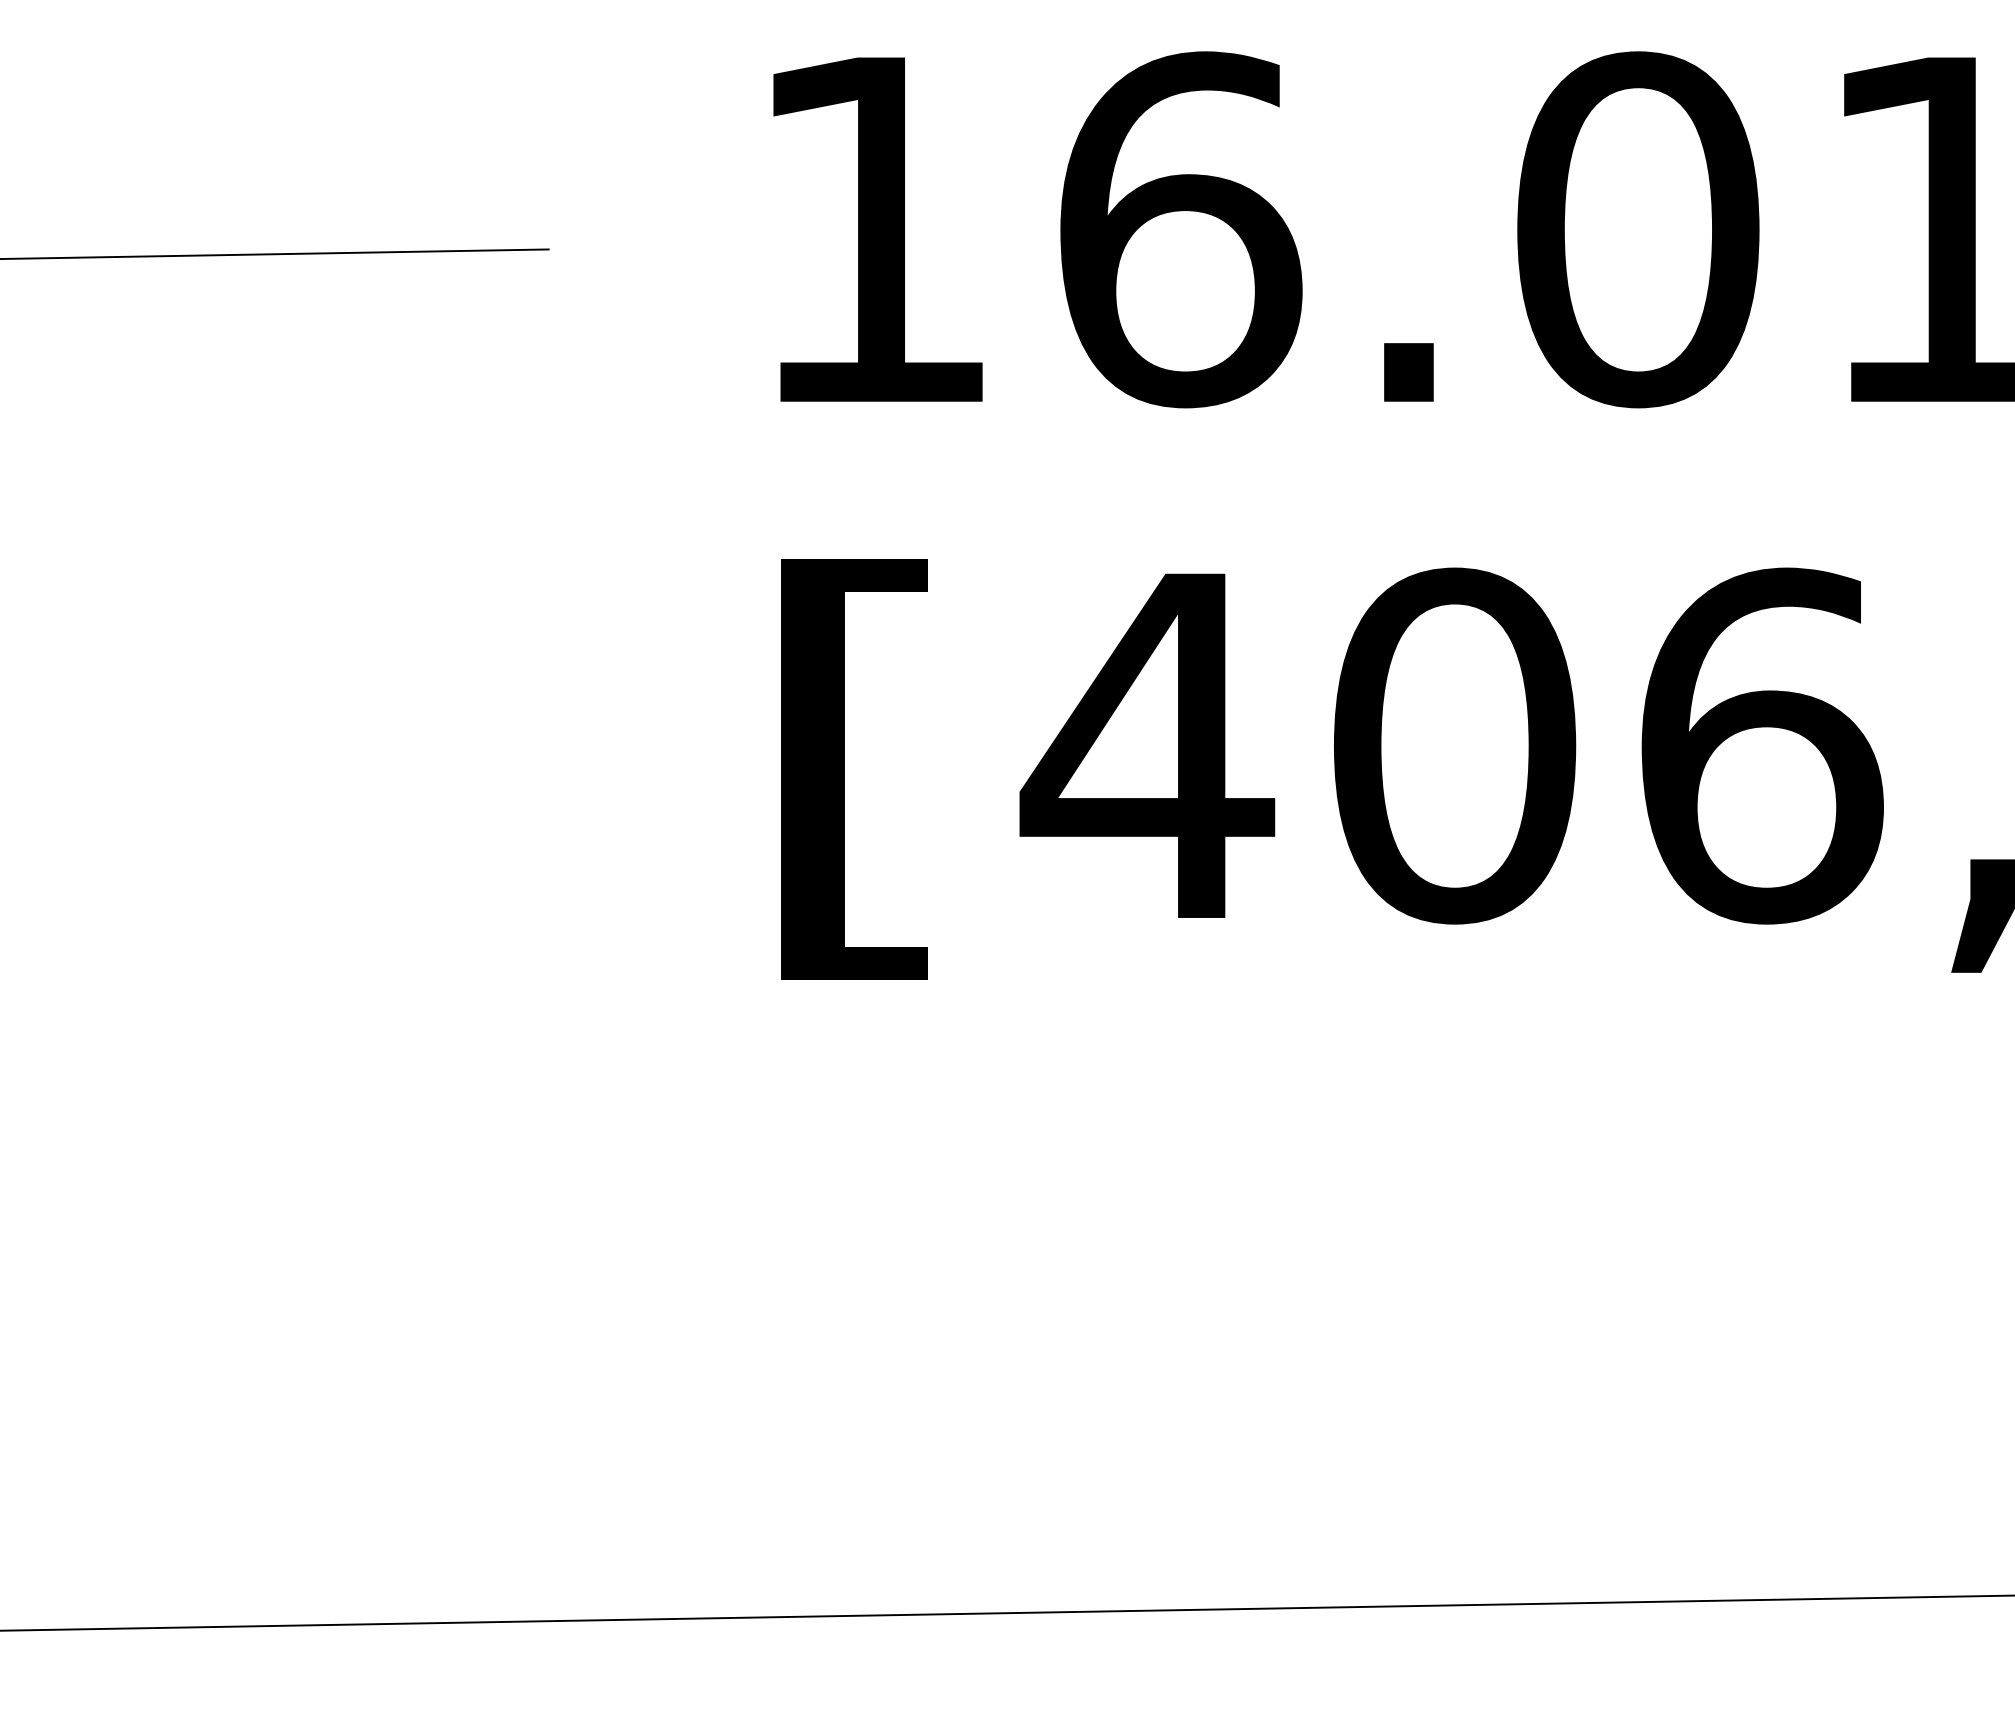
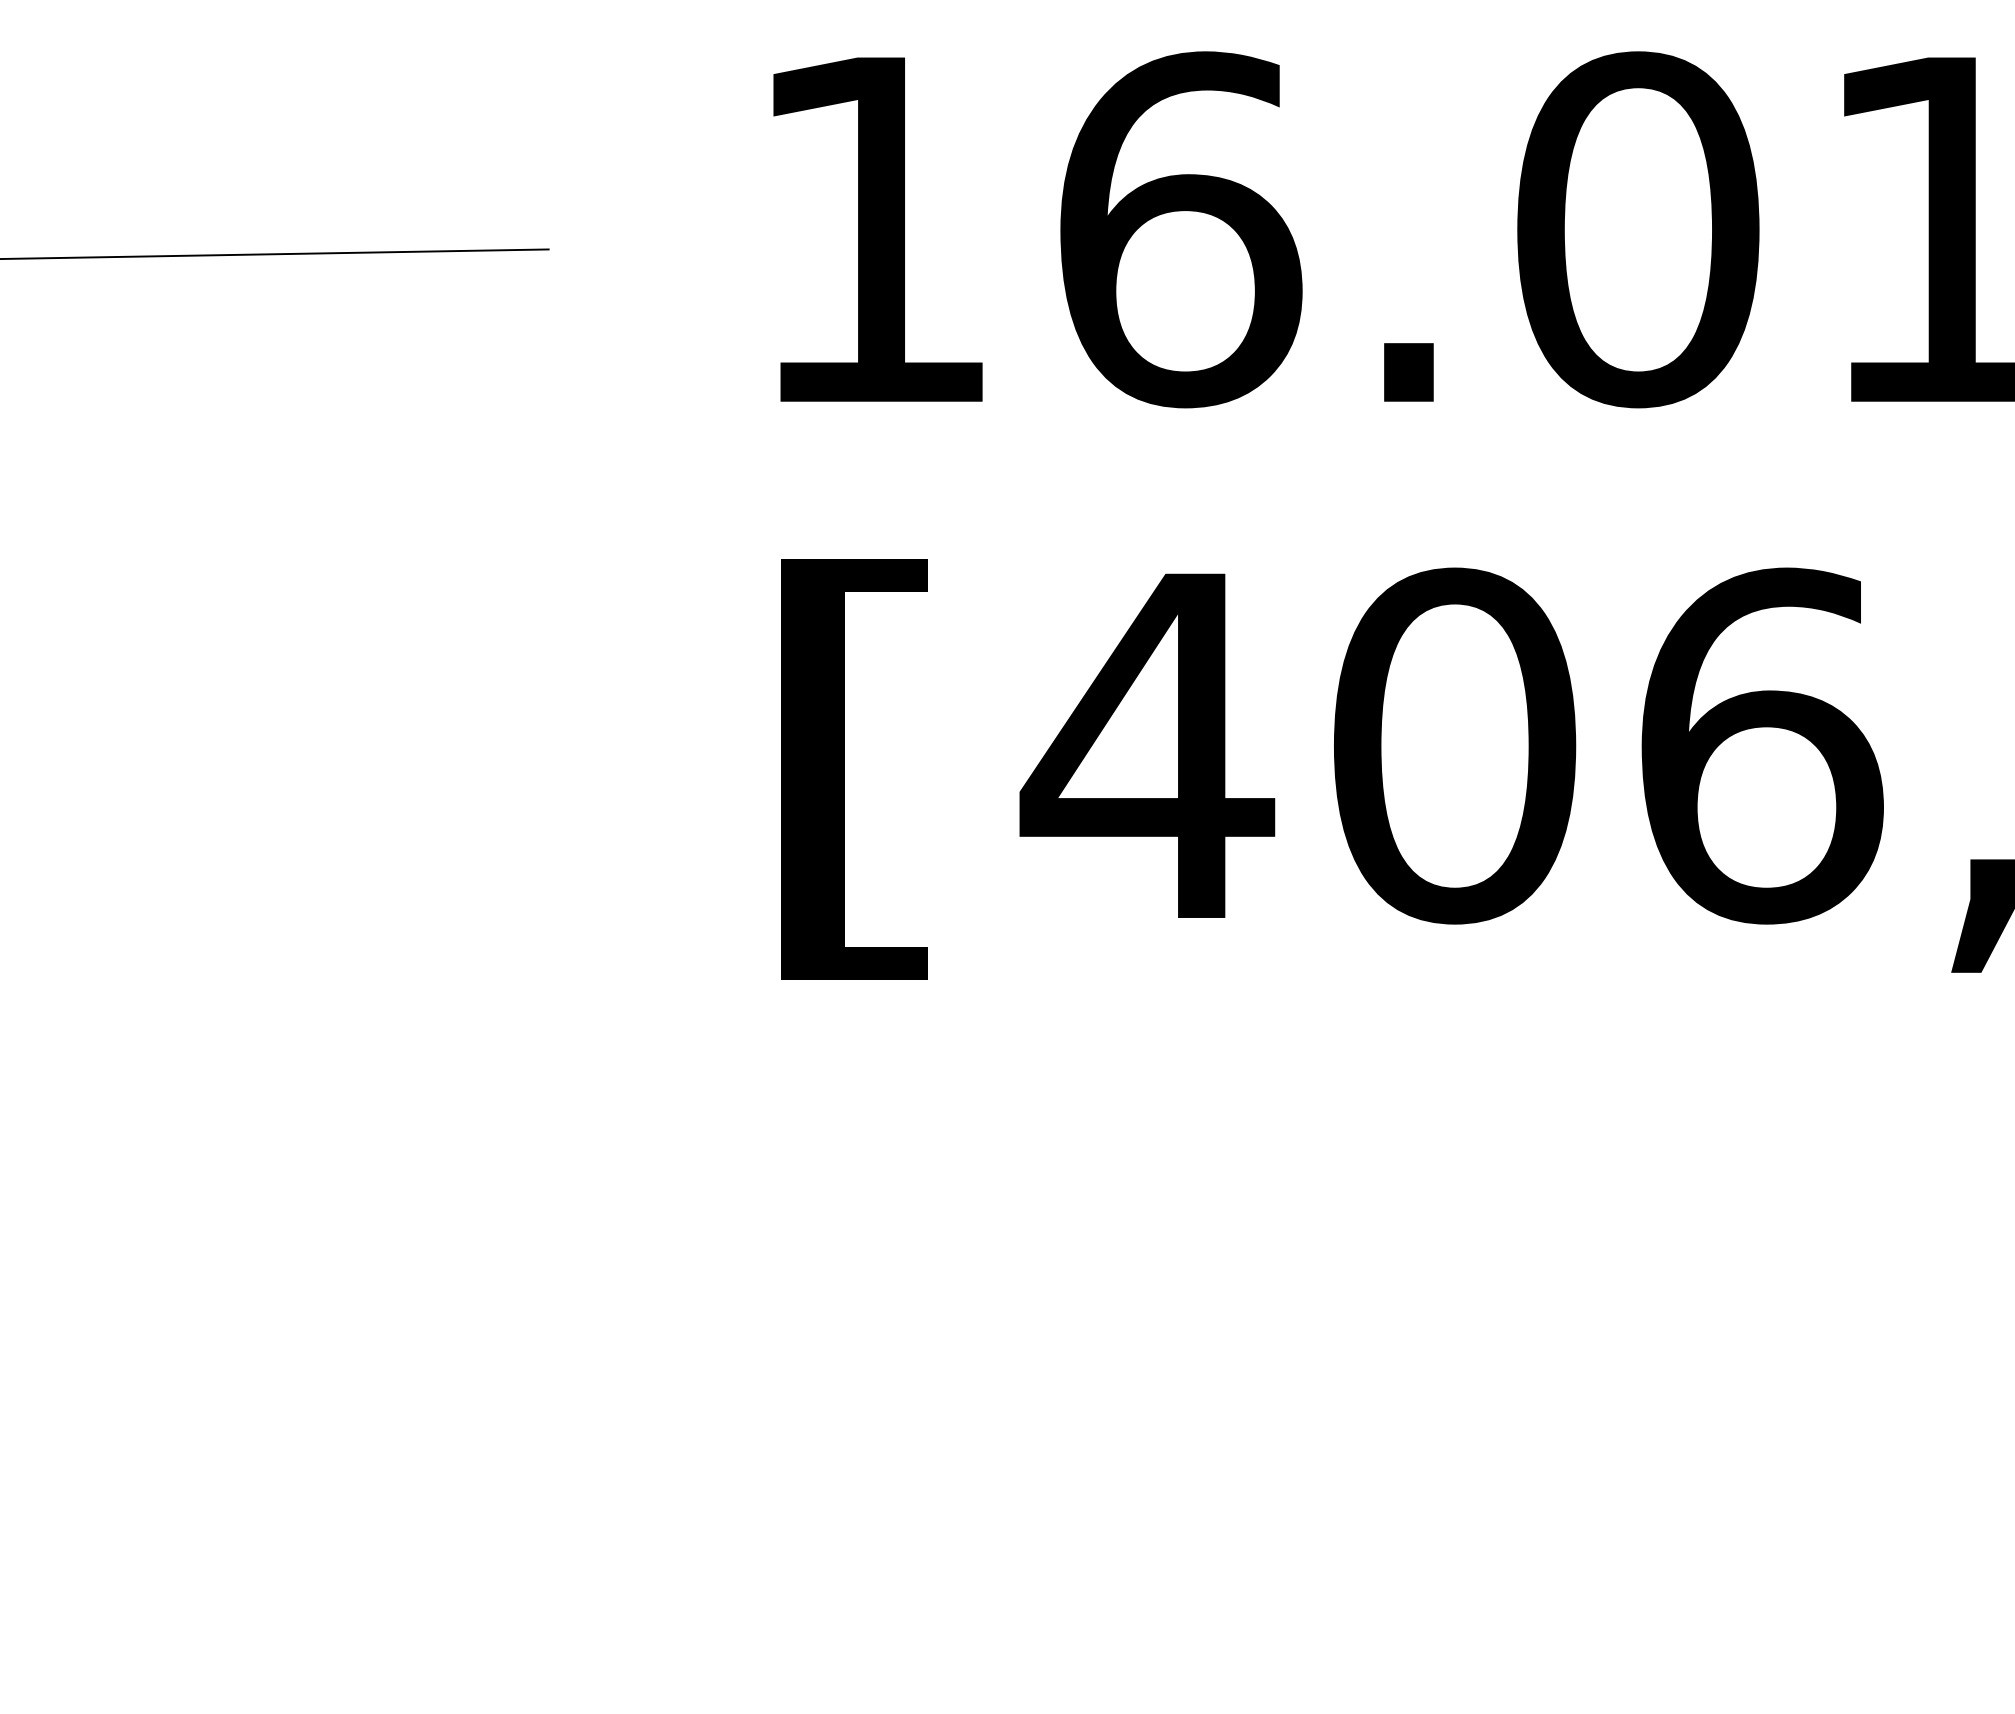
line at (1006, 1612): present -> none
